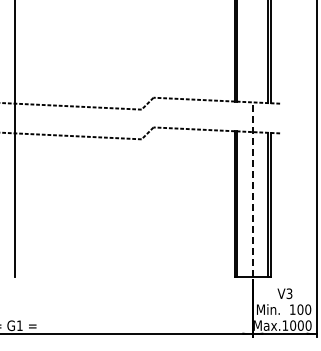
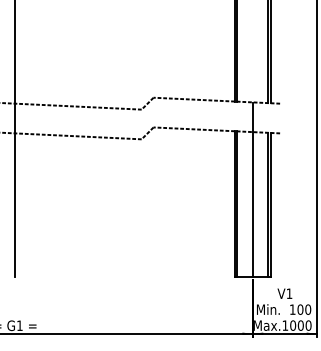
line at (252, 190): dashed -> solid
text at (289, 293): V3 -> V1
